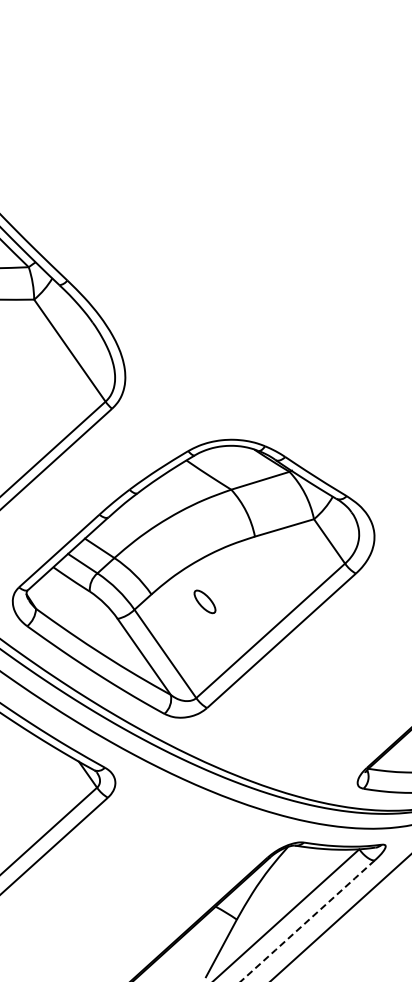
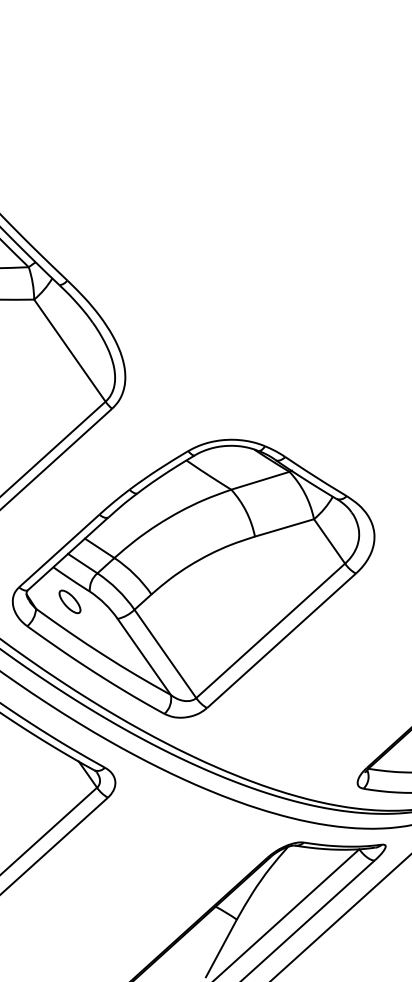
part at (204, 601) position: (204, 601) -> (69, 601)
line at (307, 921): dashed -> solid
